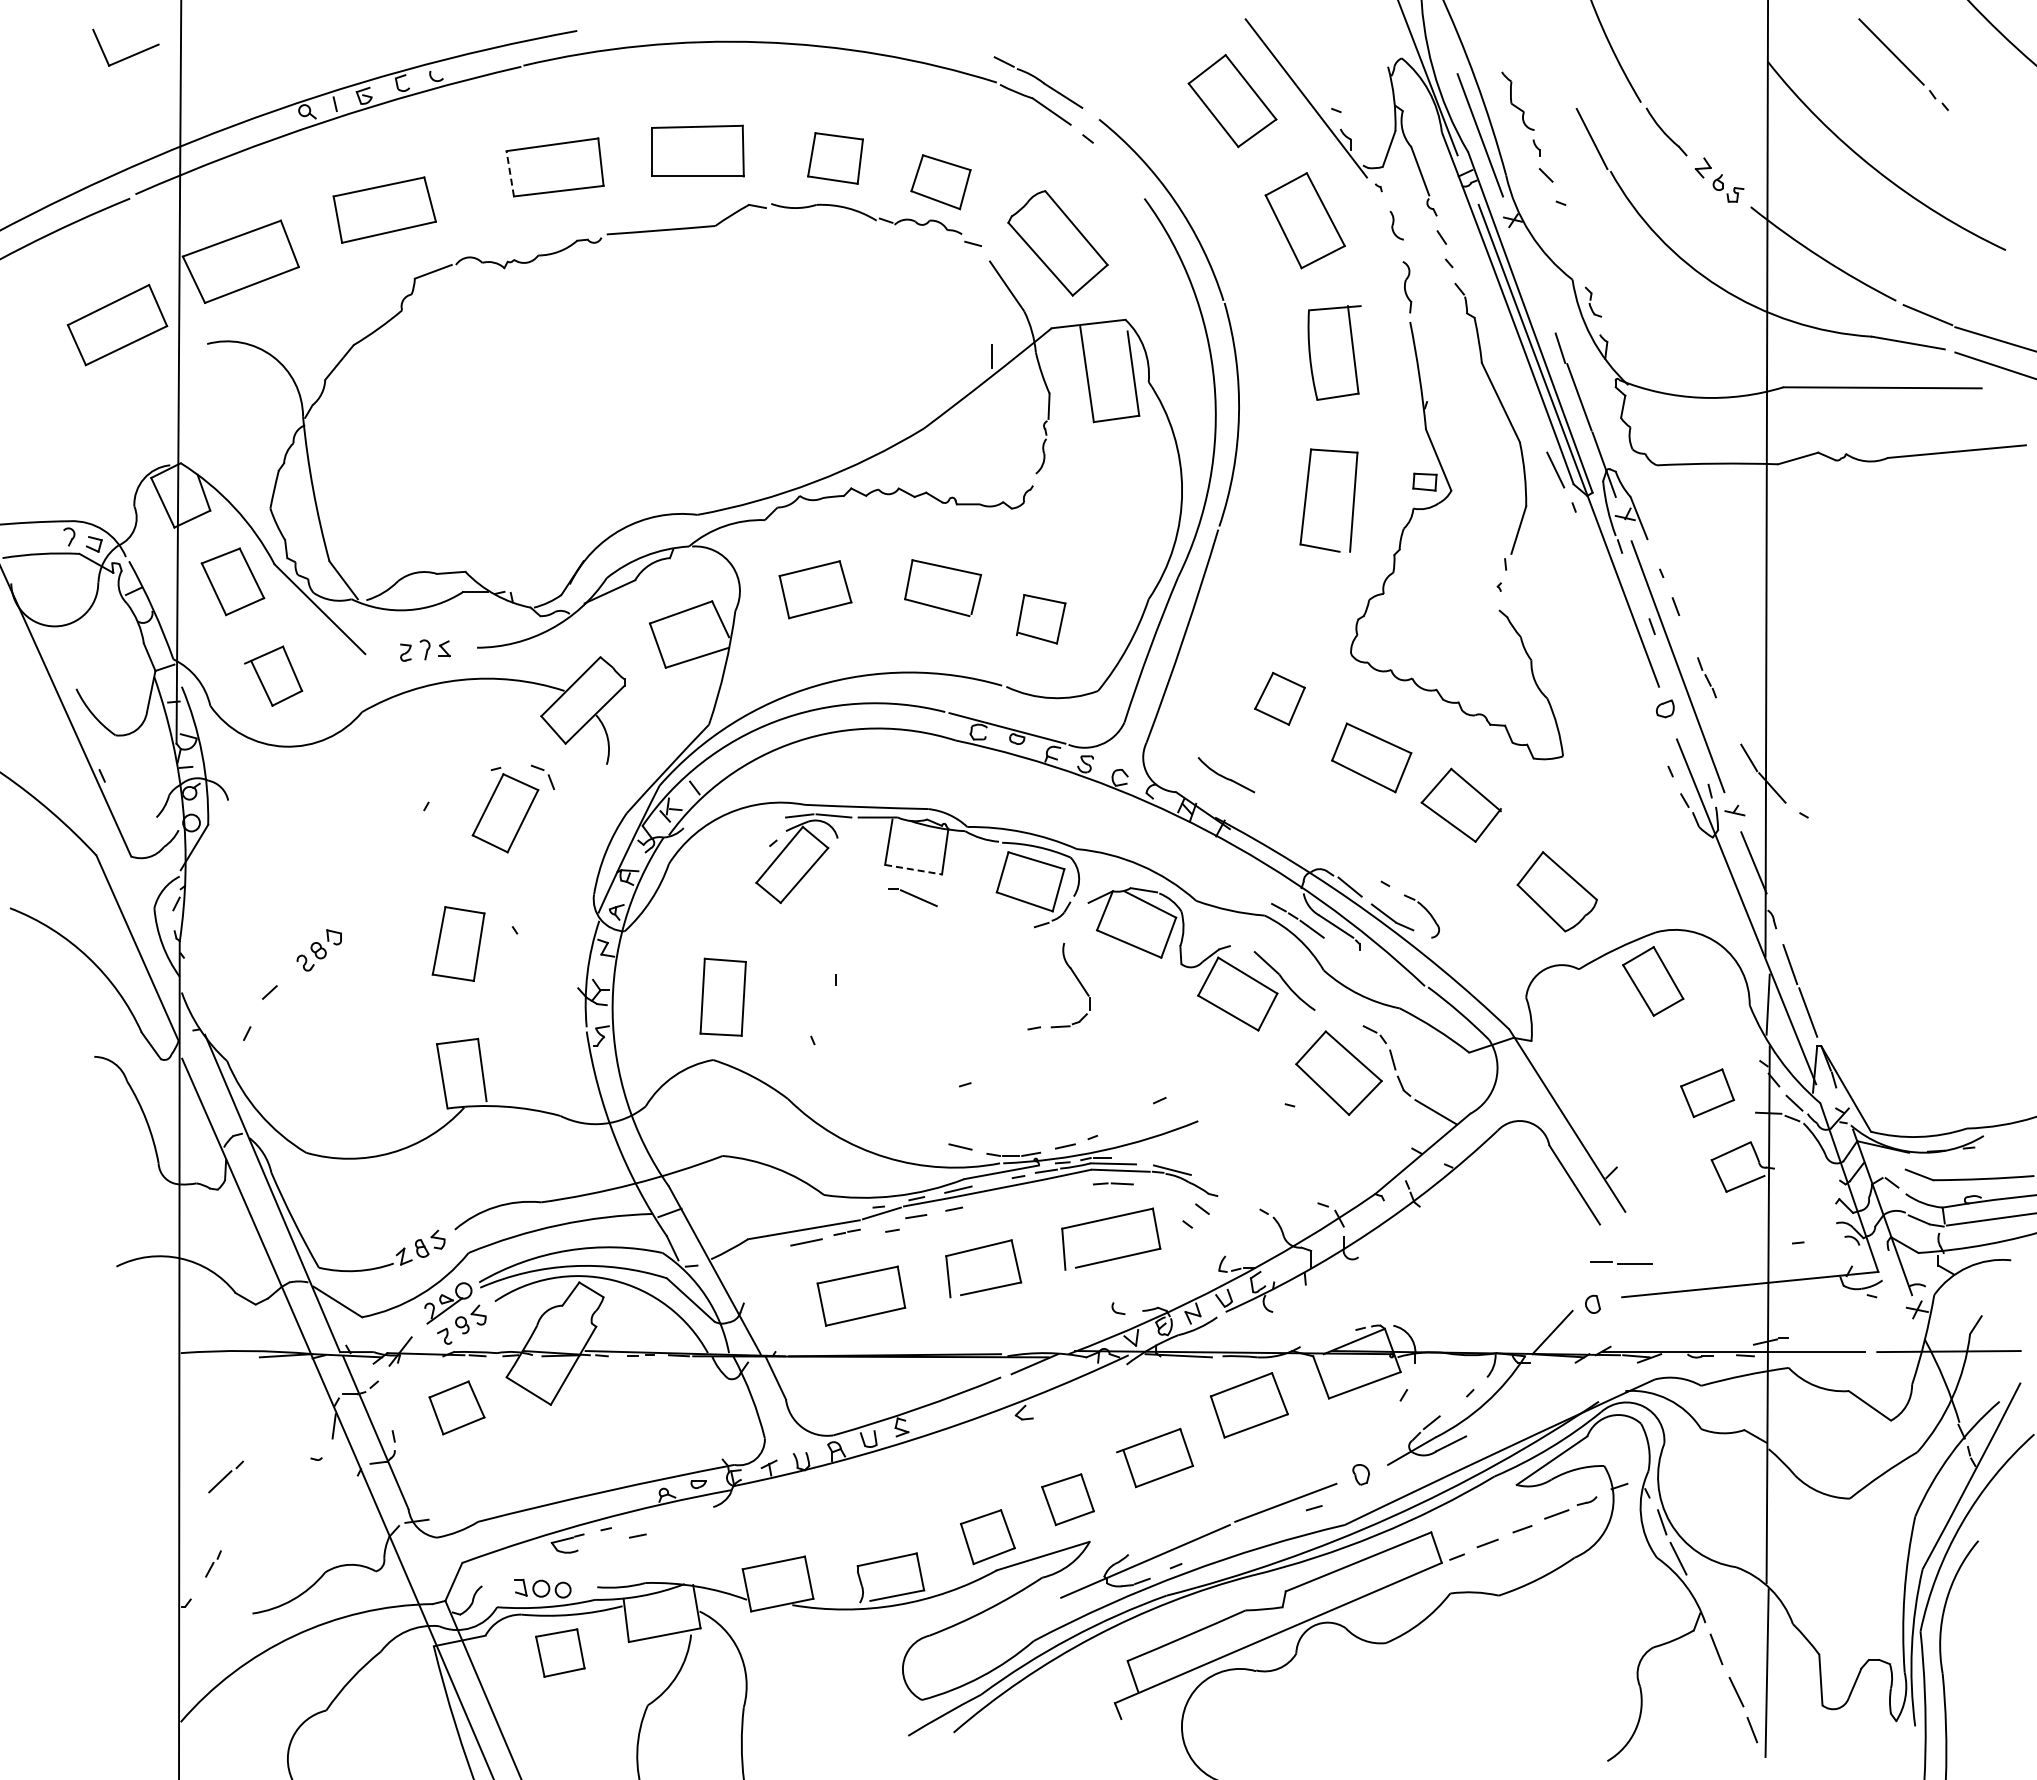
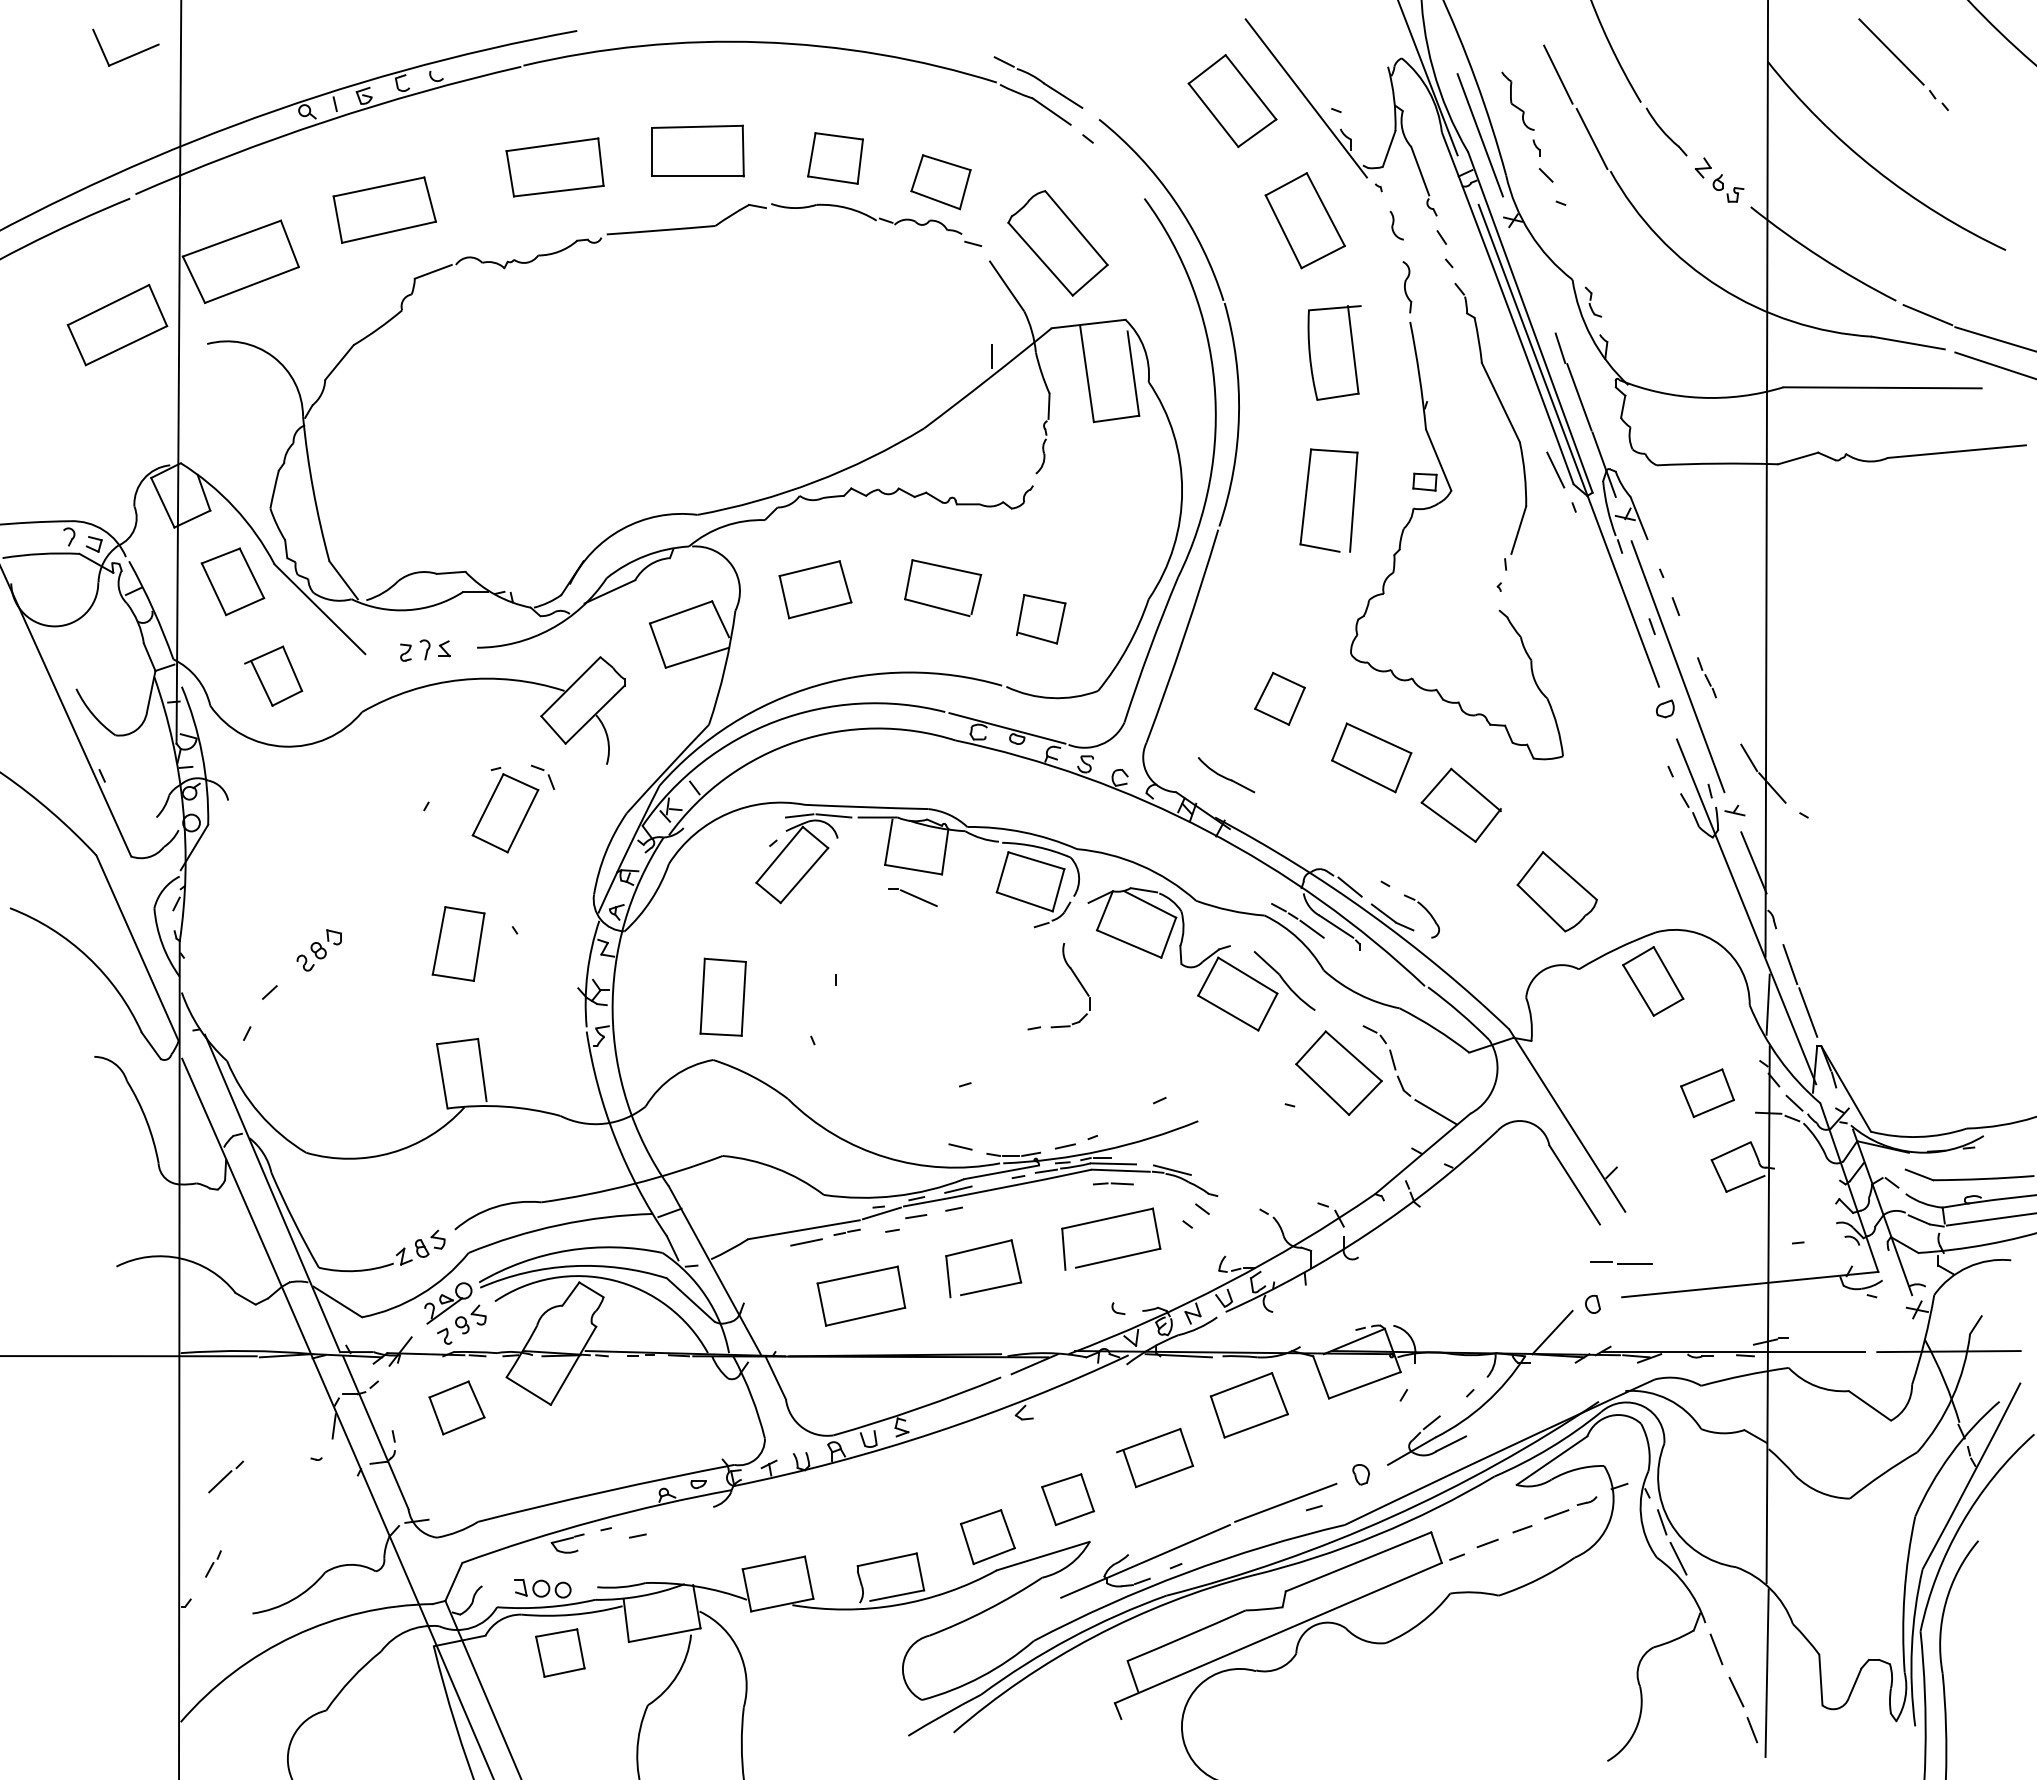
line at (1558, 74): none -> present
line at (510, 173): dashed -> solid
line at (913, 869): dashed -> solid
line at (129, 1356): none -> present
